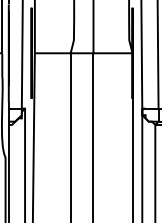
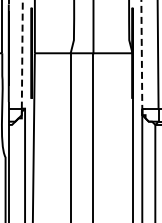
line at (22, 54): solid -> dashed
line at (141, 57): solid -> dashed
